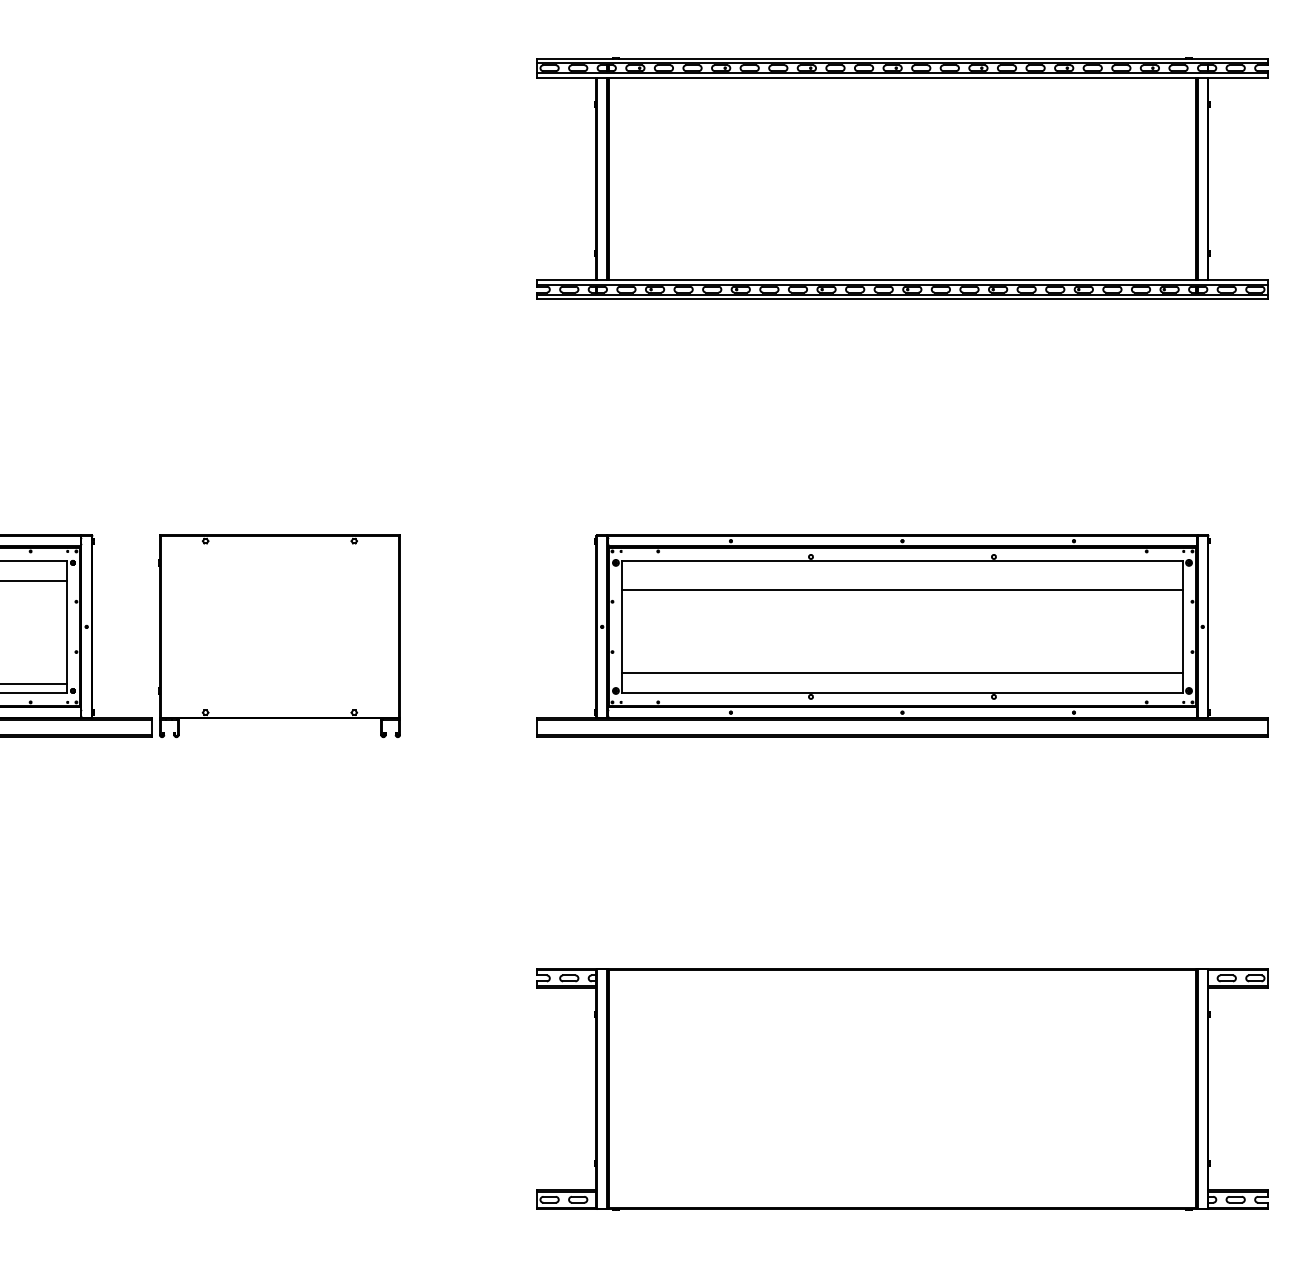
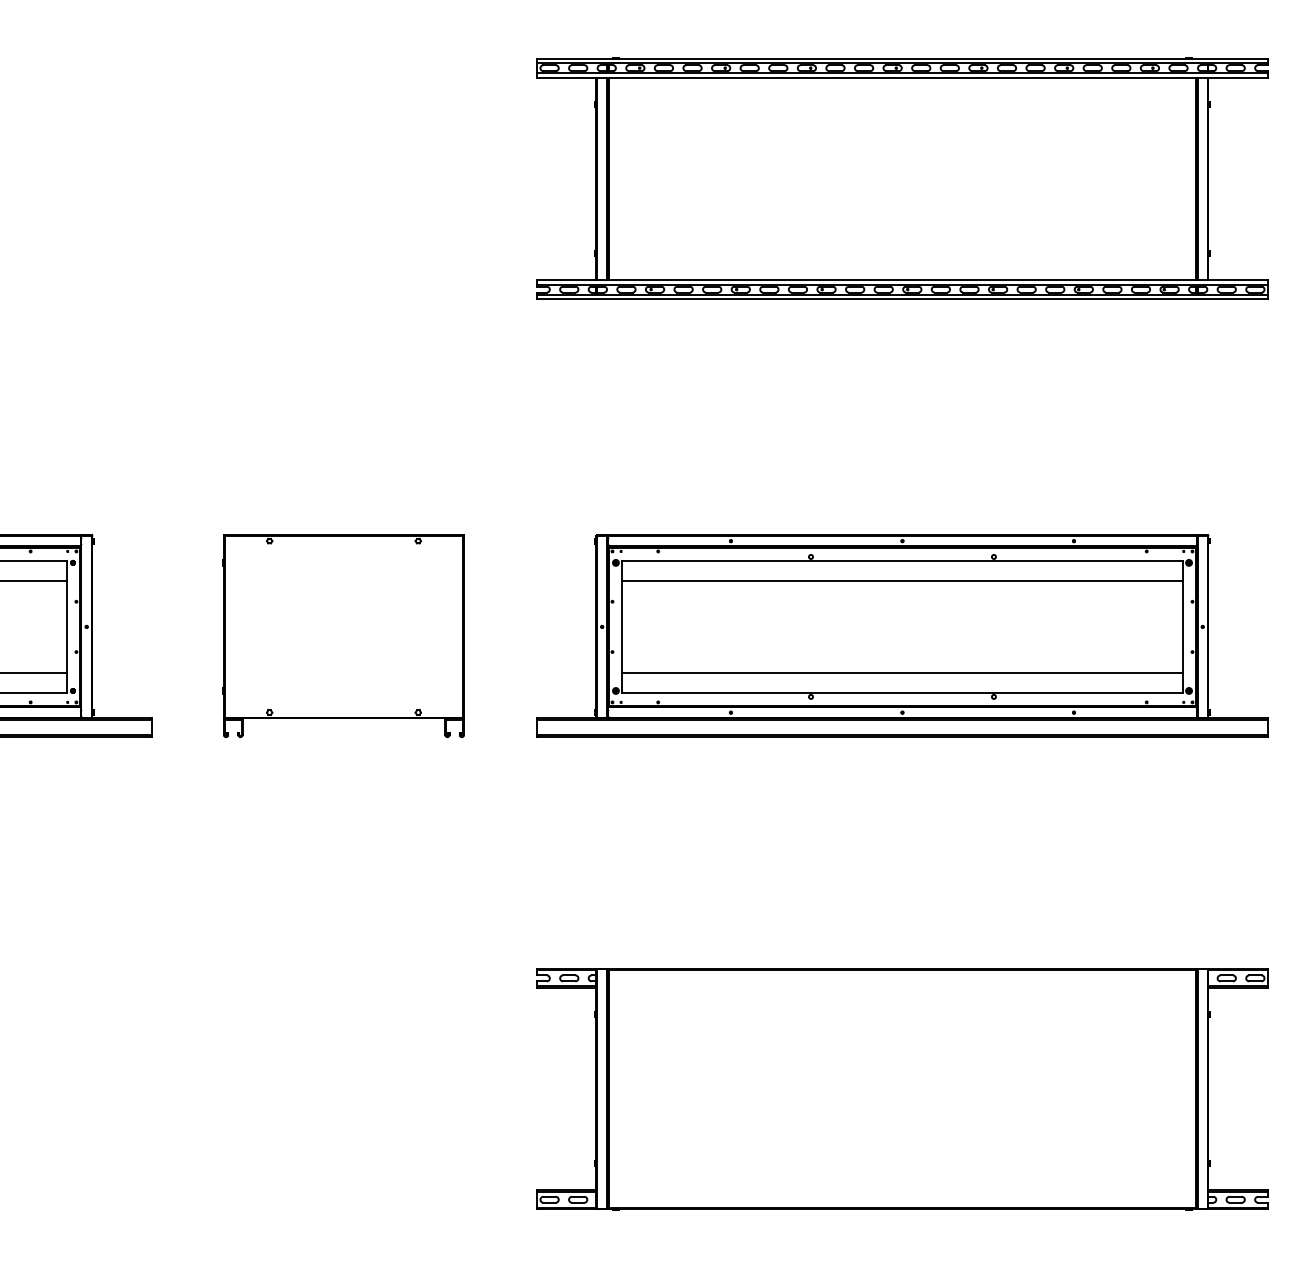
line at (902, 590) position: (902, 590) -> (902, 581)
part at (279, 636) position: (279, 636) -> (343, 636)
line at (34, 683) position: (34, 683) -> (34, 672)
